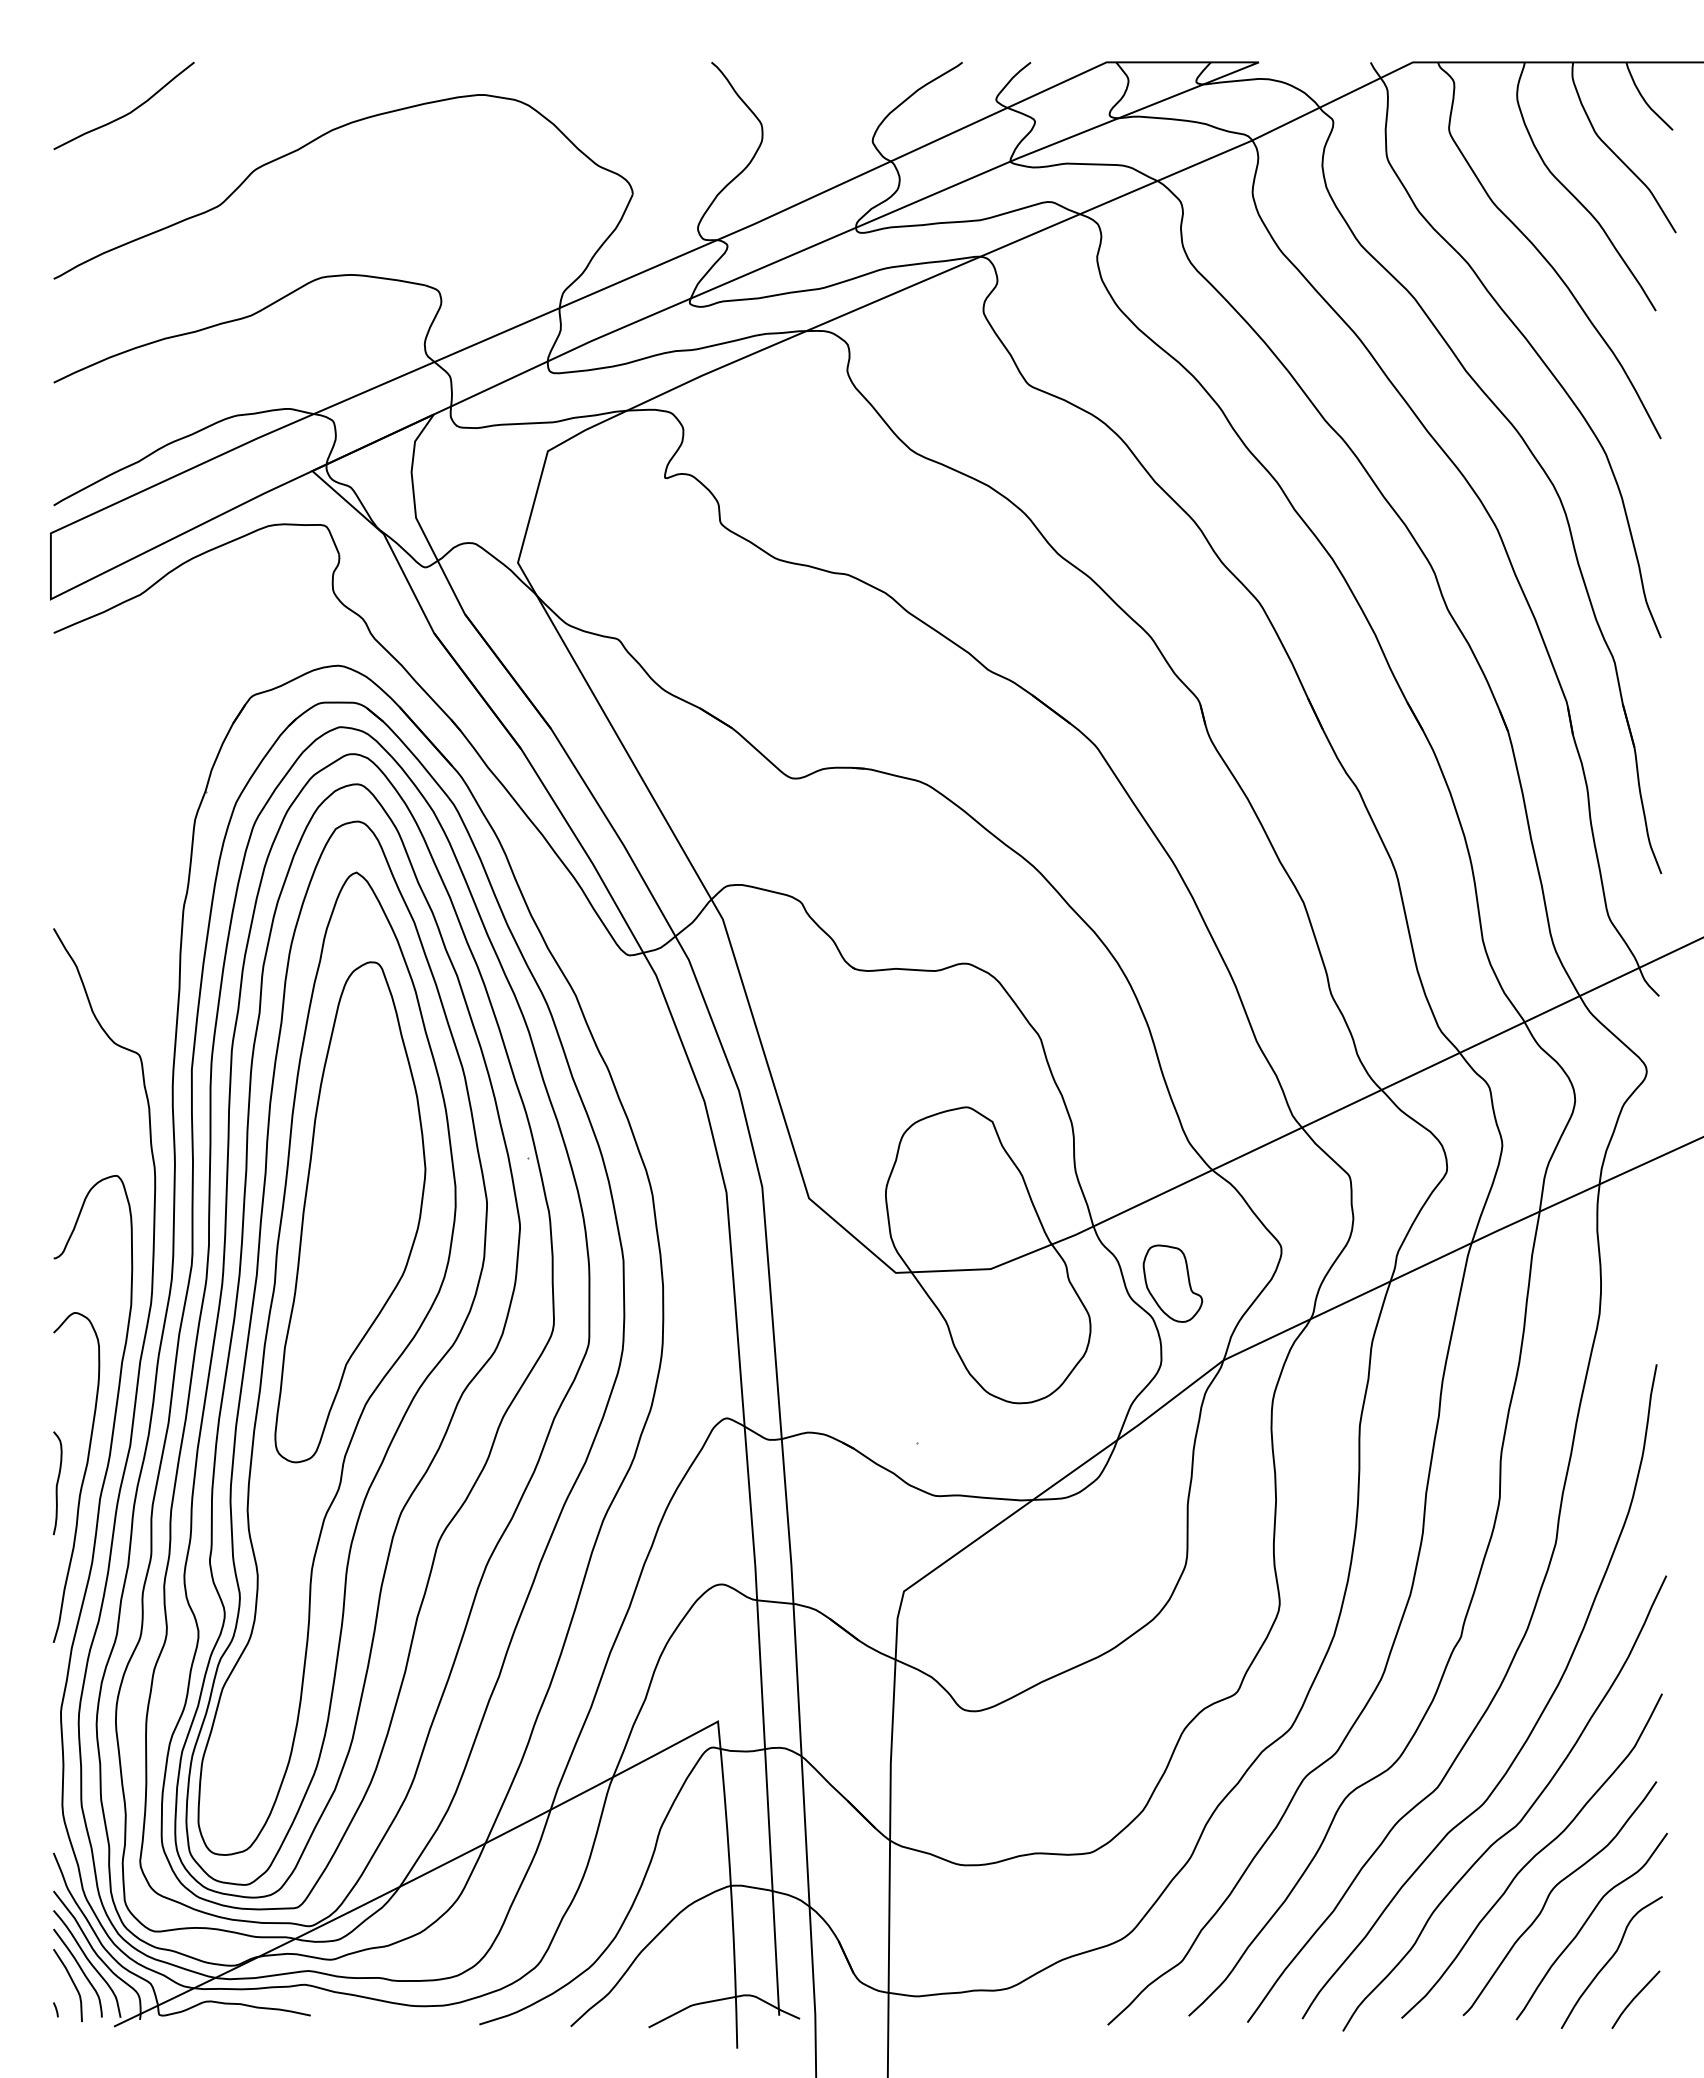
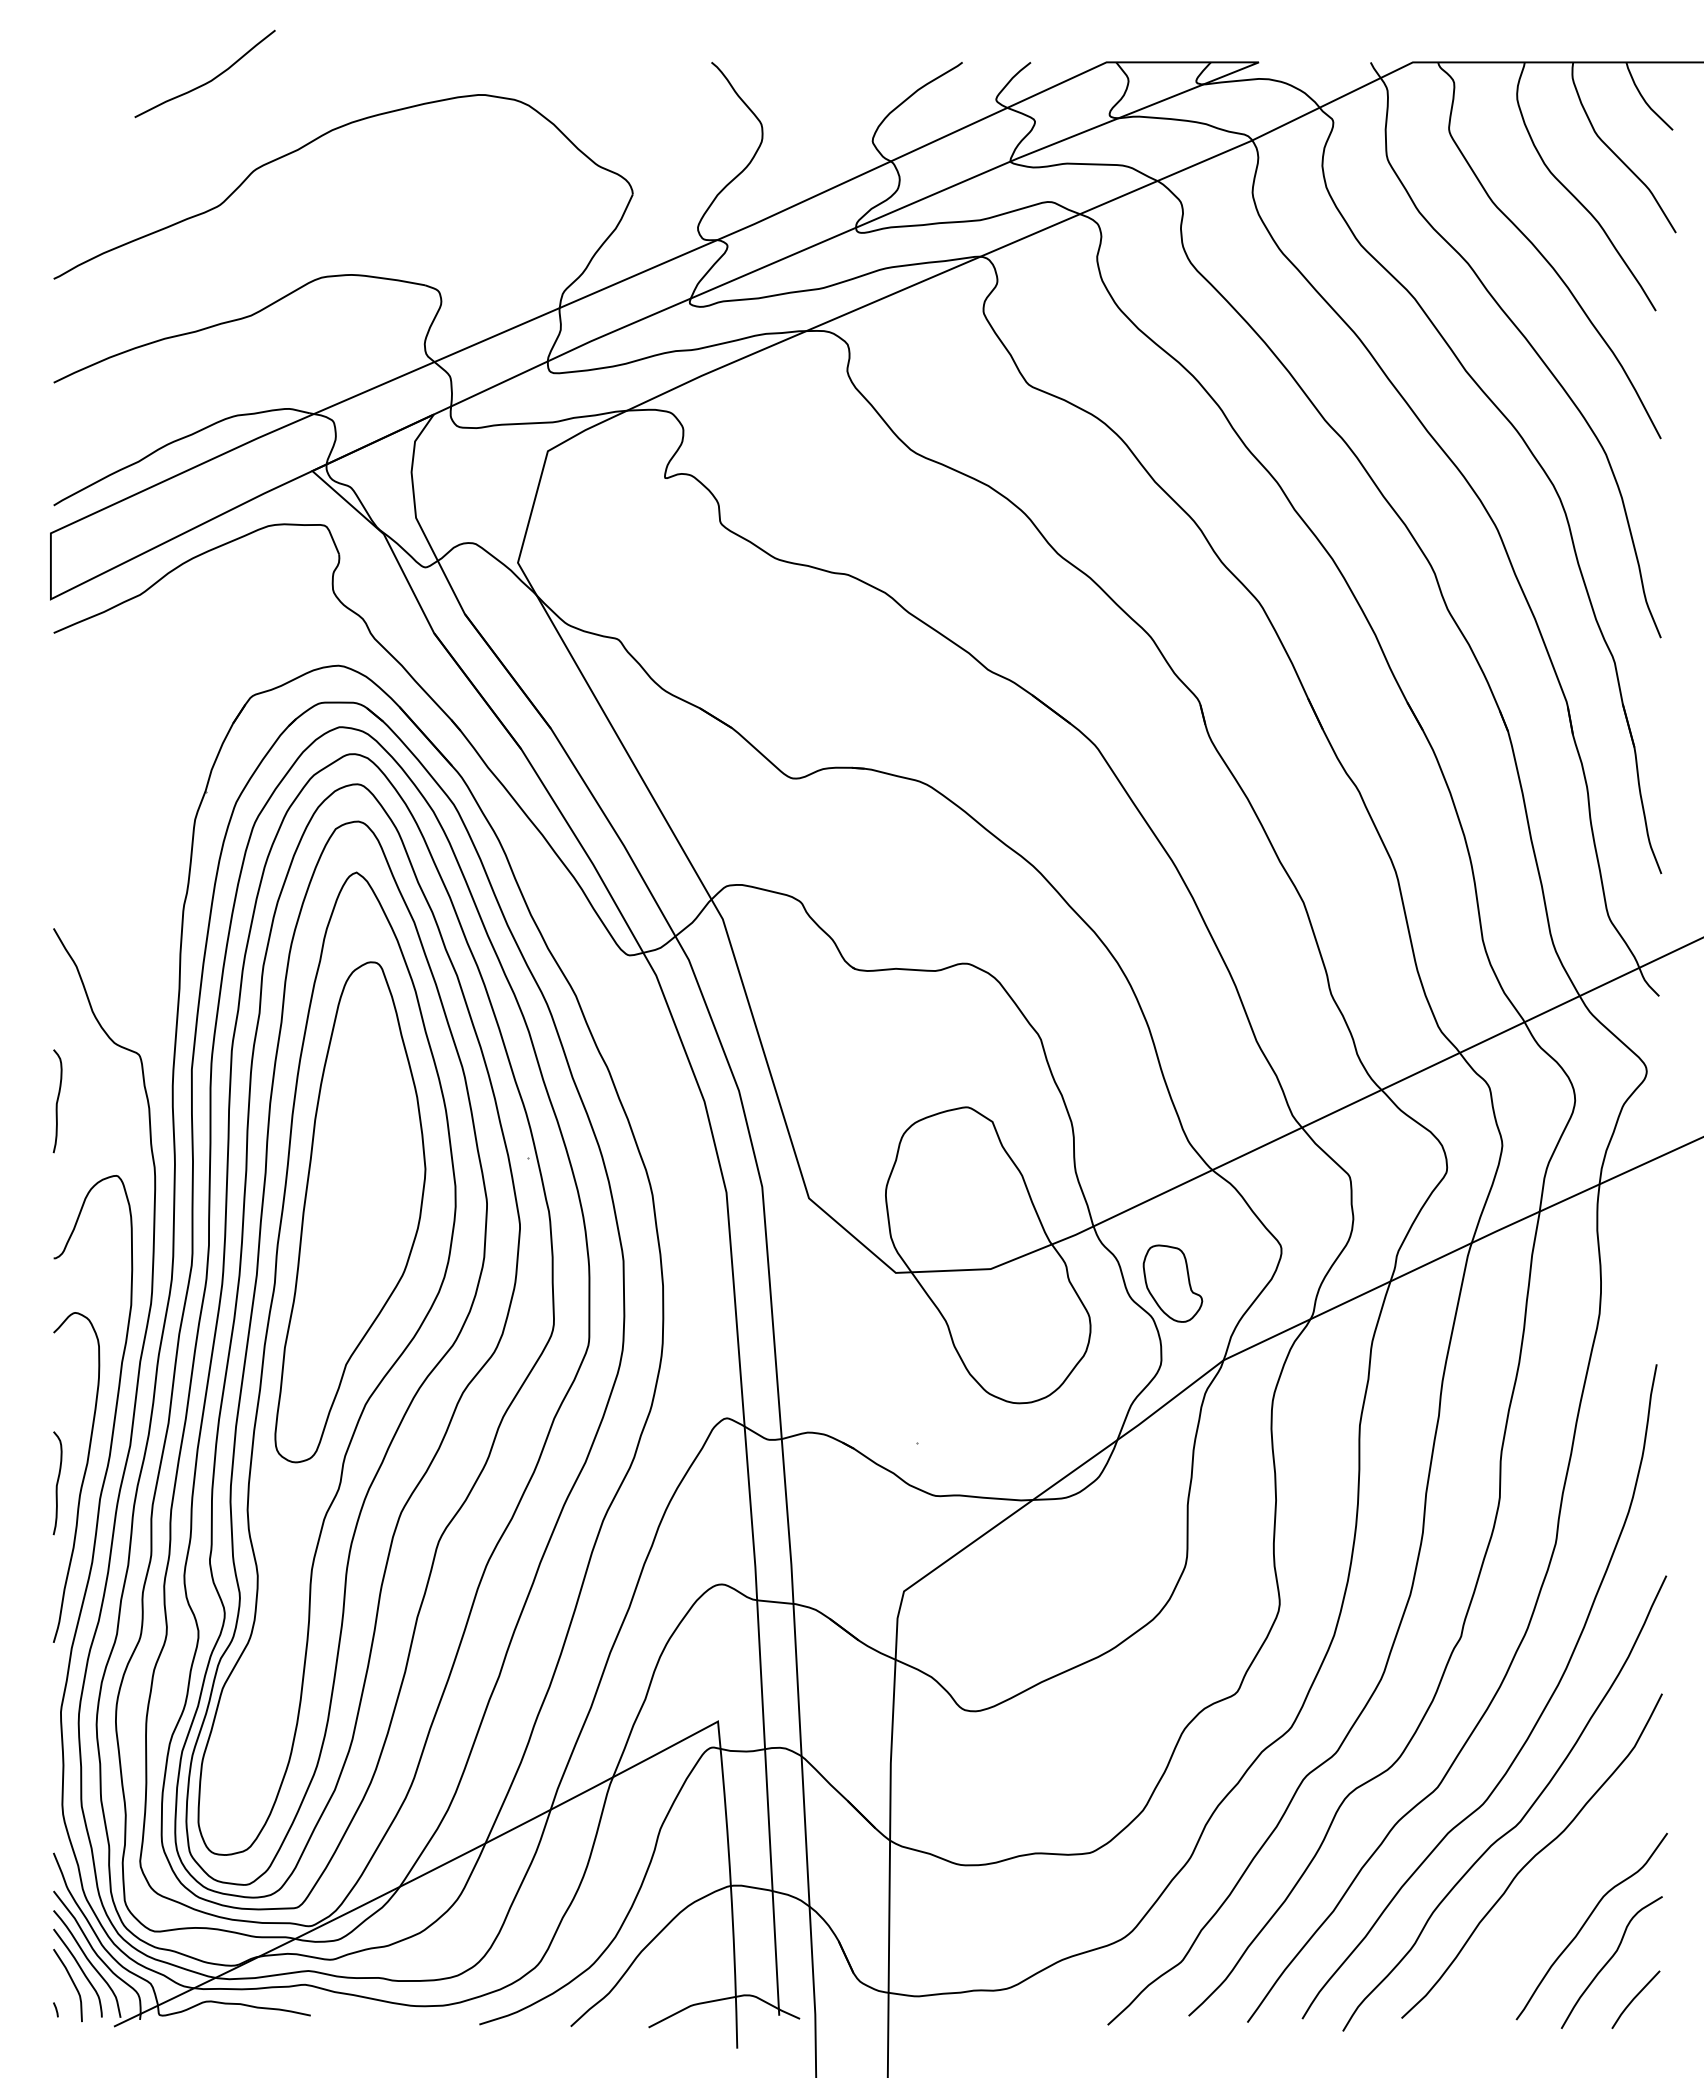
curve at (126, 113) position: (126, 113) -> (207, 81)
curve at (57, 1101): none -> present
curve at (1550, 1894): present -> none
